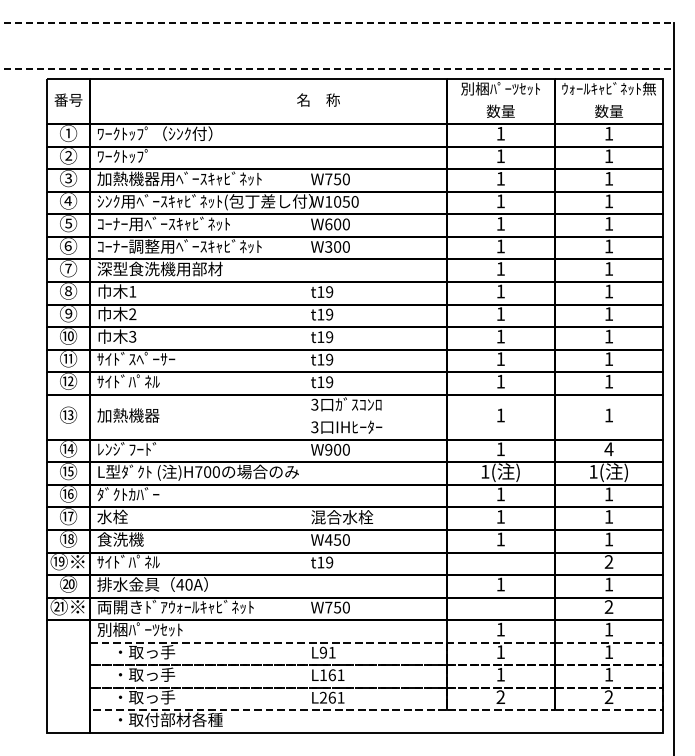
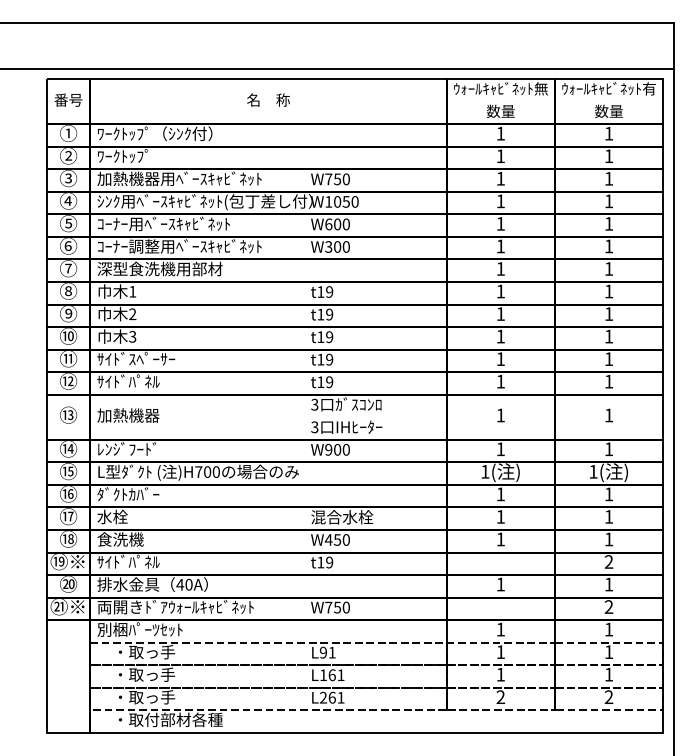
line at (337, 22): dashed -> solid
line at (337, 68): dashed -> solid
text at (500, 88): 別梱ﾊﾟｰﾂｾｯﾄ -> ｳｫｰﾙｷｬﾋﾞﾈｯﾄ無
text at (649, 88): ｳｫｰﾙｷｬﾋﾞﾈｯﾄ無 -> ｳｫｰﾙｷｬﾋﾞﾈｯﾄ有
text at (318, 99) position: (318, 99) -> (268, 99)
text at (608, 449): 4 -> 1
